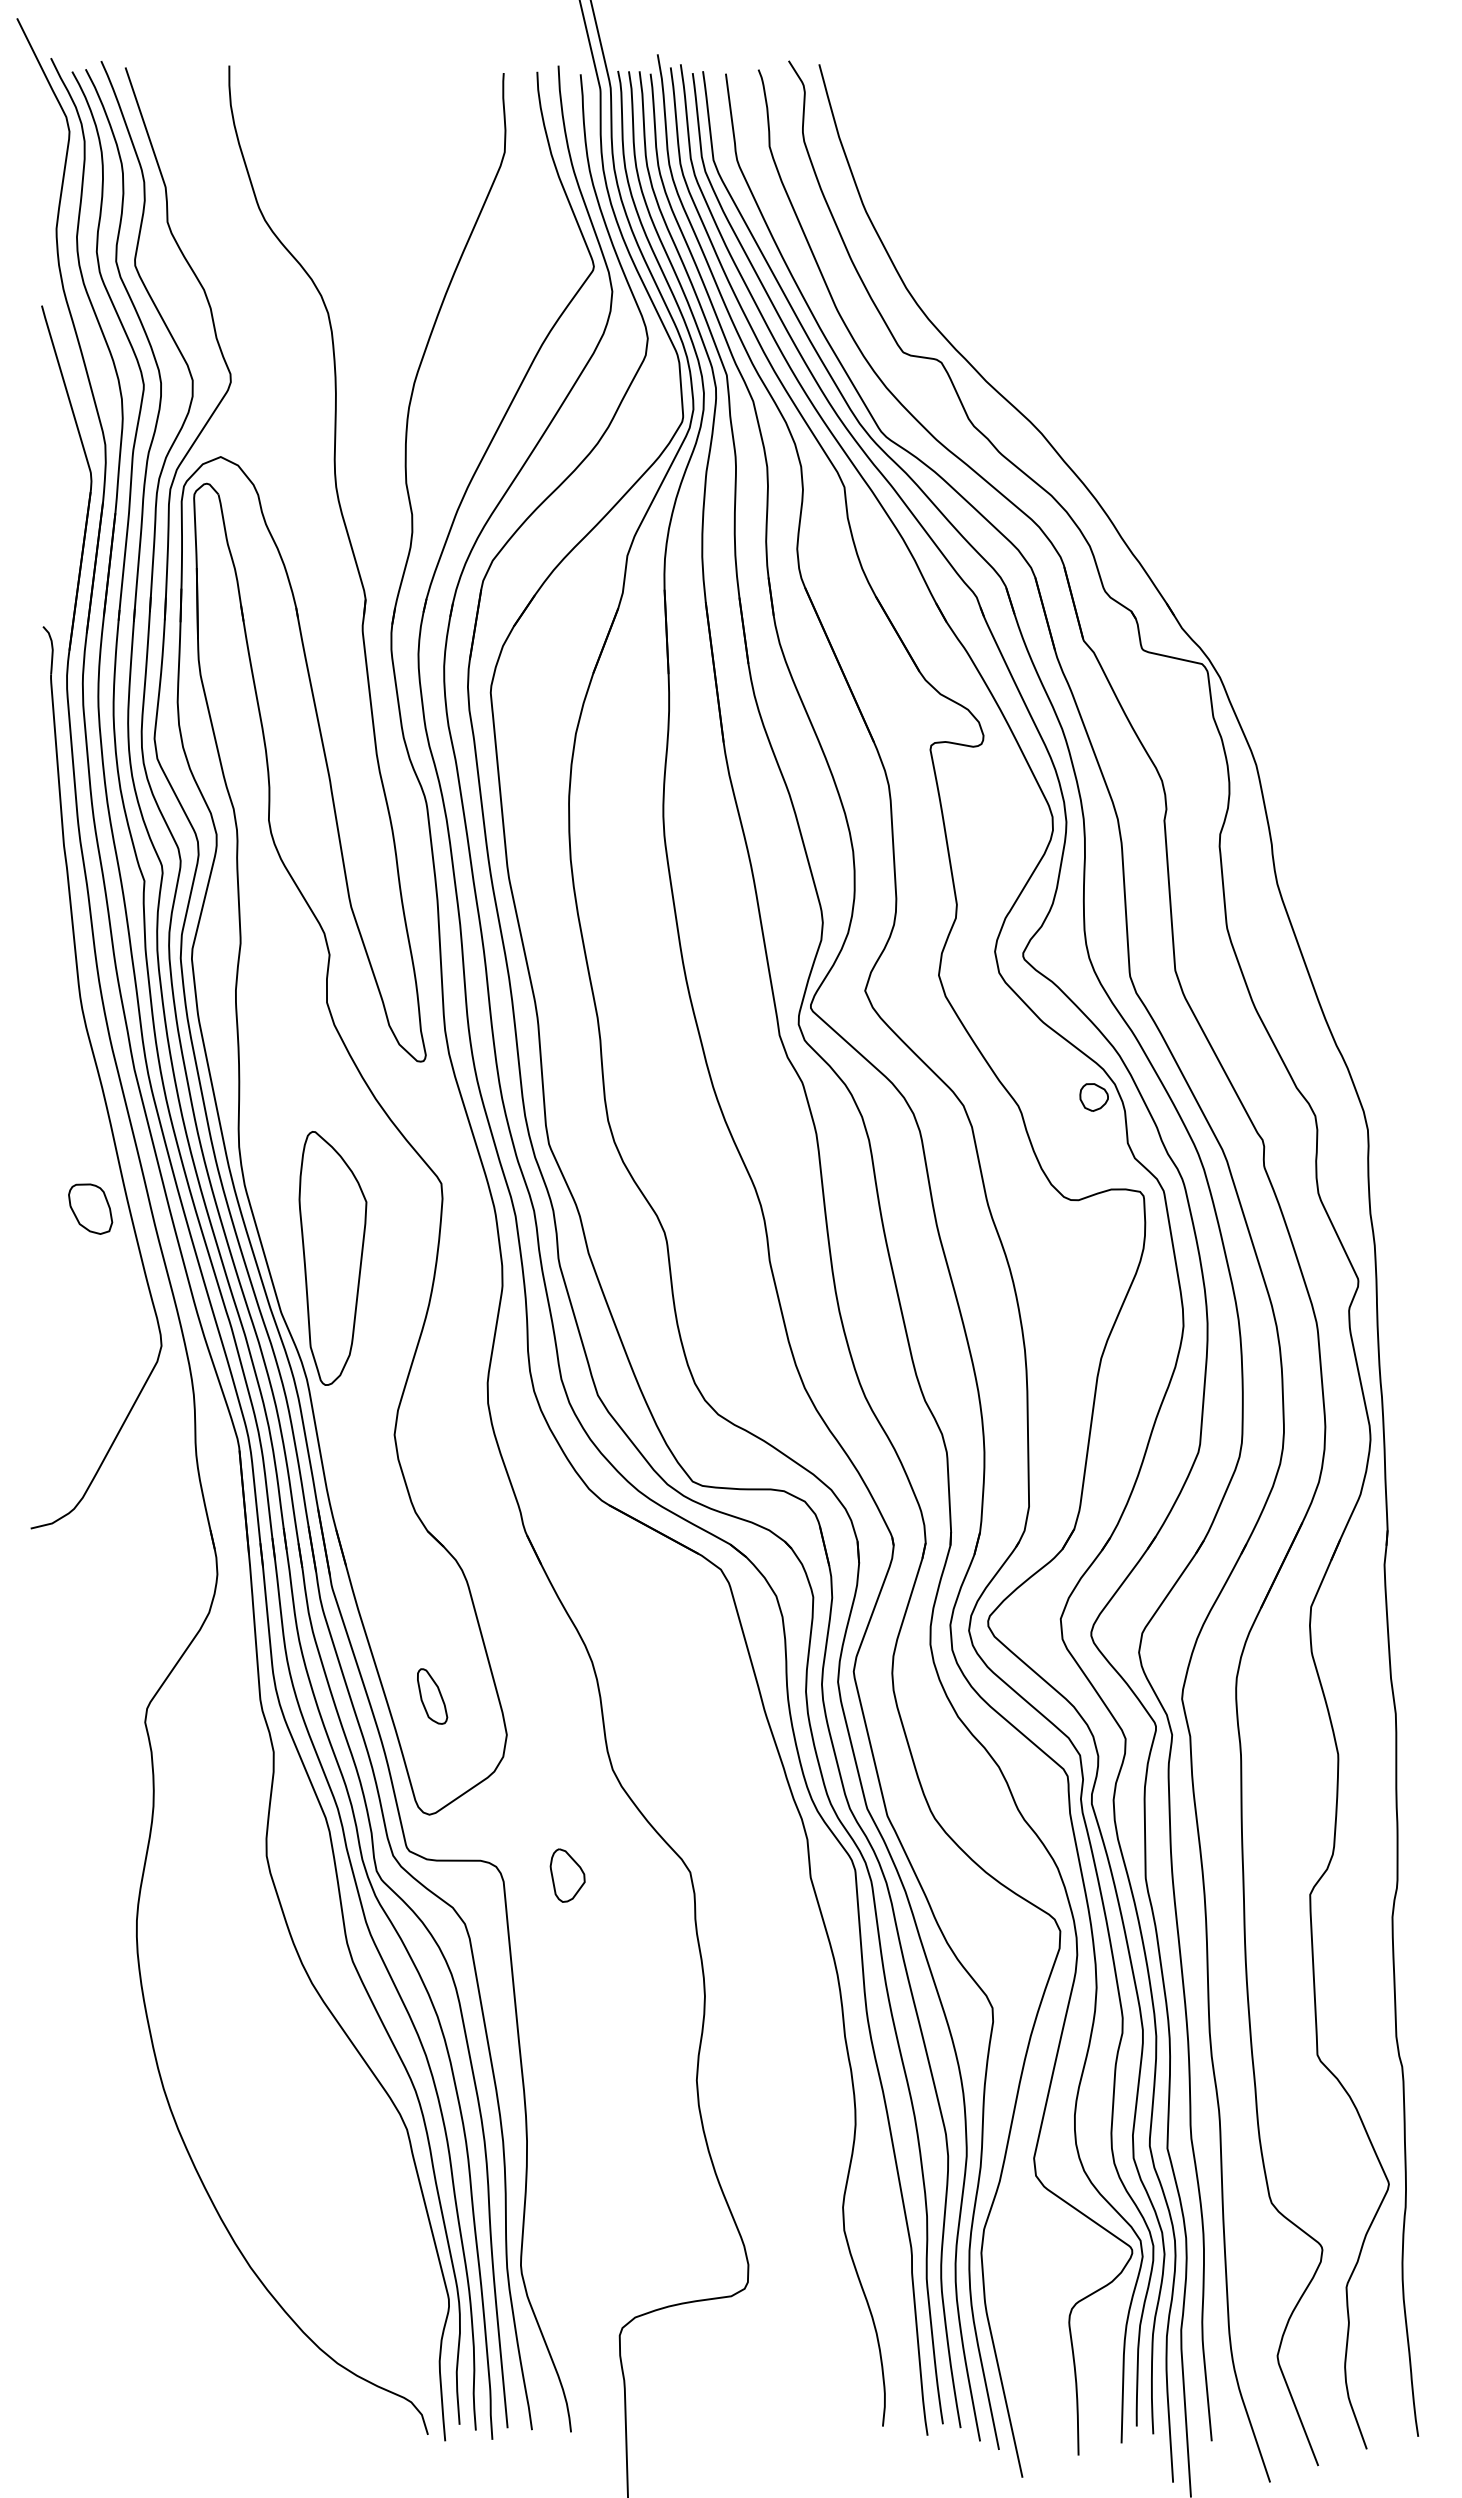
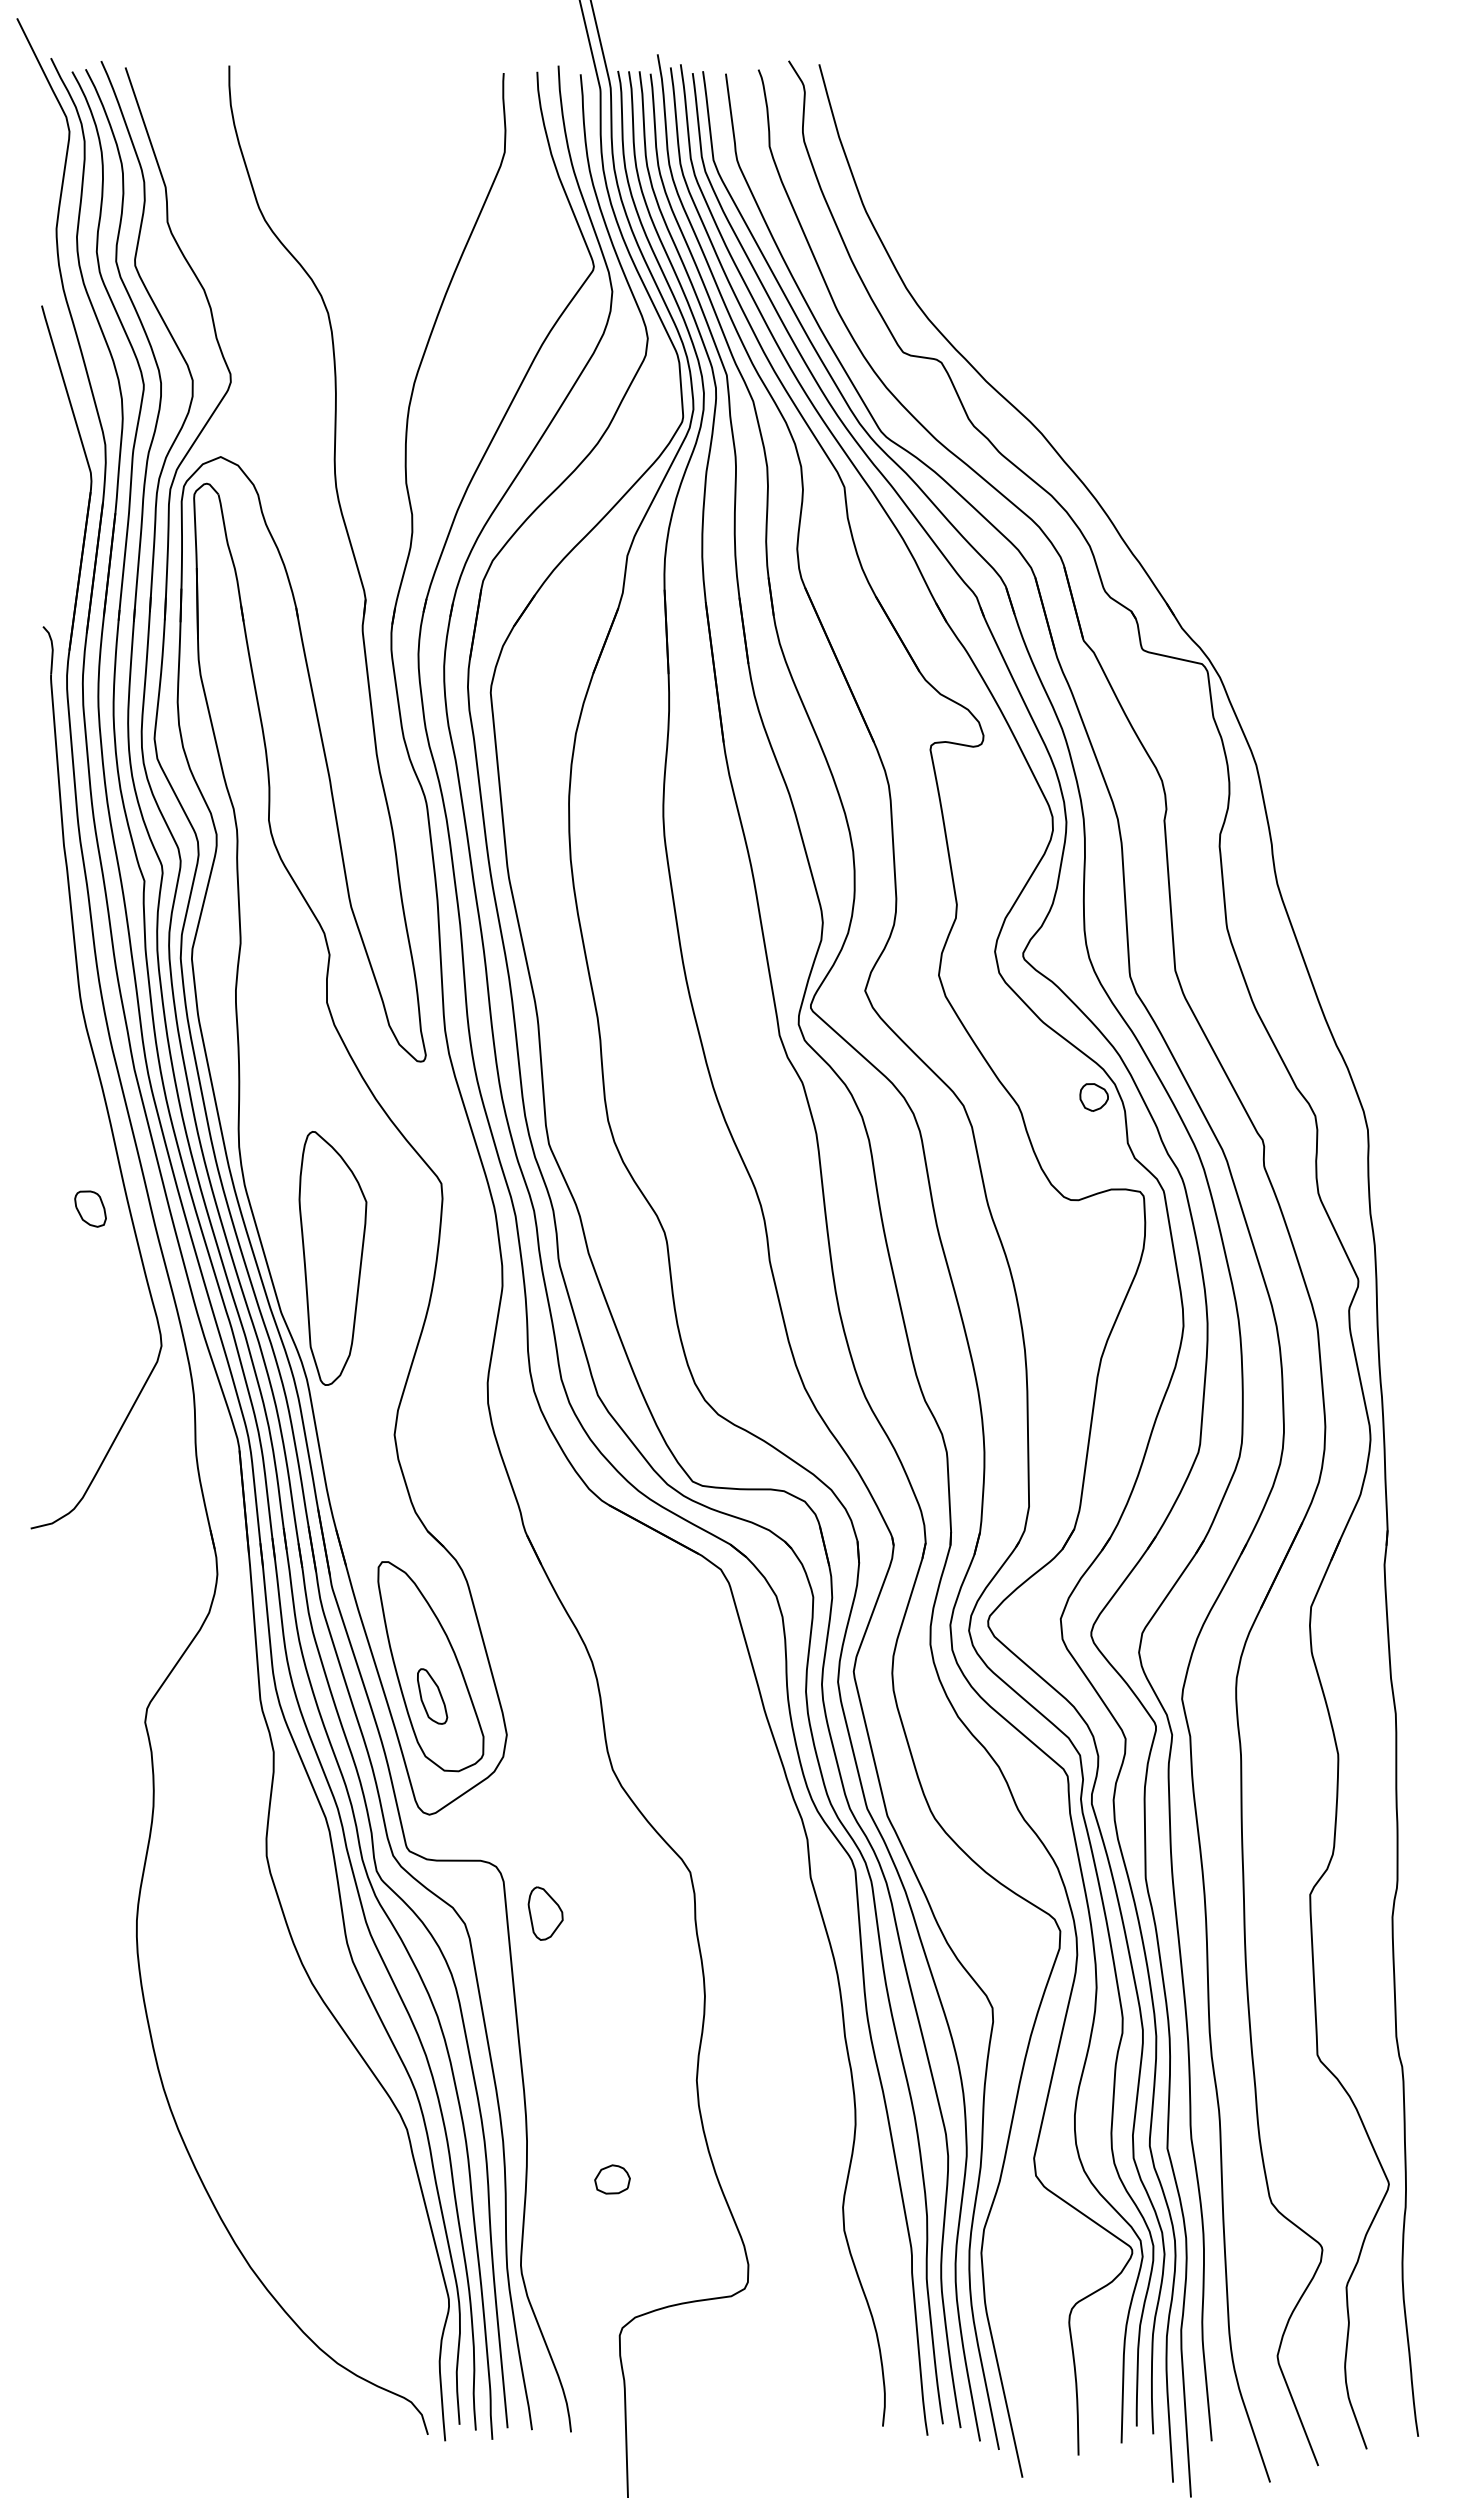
part at (90, 1208) size: 46x52 px -> 33x38 px
part at (430, 1666): none -> present
part at (567, 1875) position: (567, 1875) -> (545, 1913)
part at (612, 2179): none -> present
